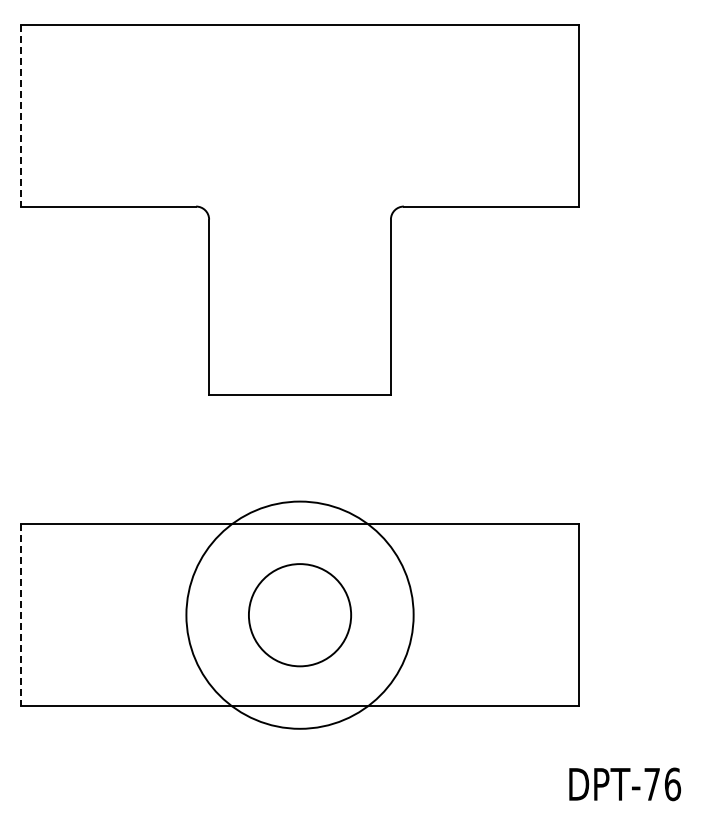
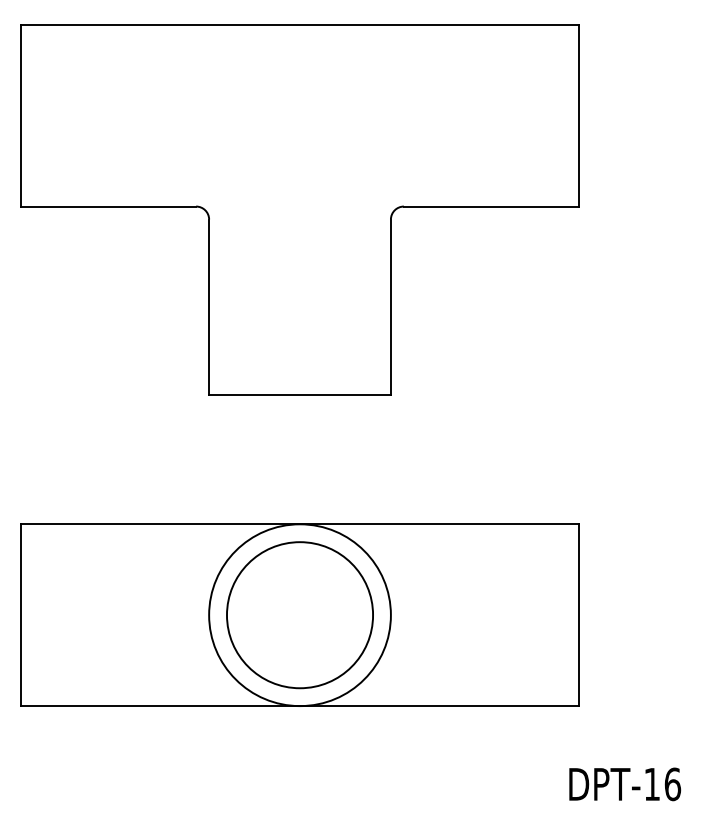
line at (20, 115): dashed -> solid
circle at (299, 614) diameter: 227 px -> 182 px
line at (20, 615): dashed -> solid
circle at (299, 615) diameter: 102 px -> 146 px
text at (651, 784): DPT-76 -> DPT-16
